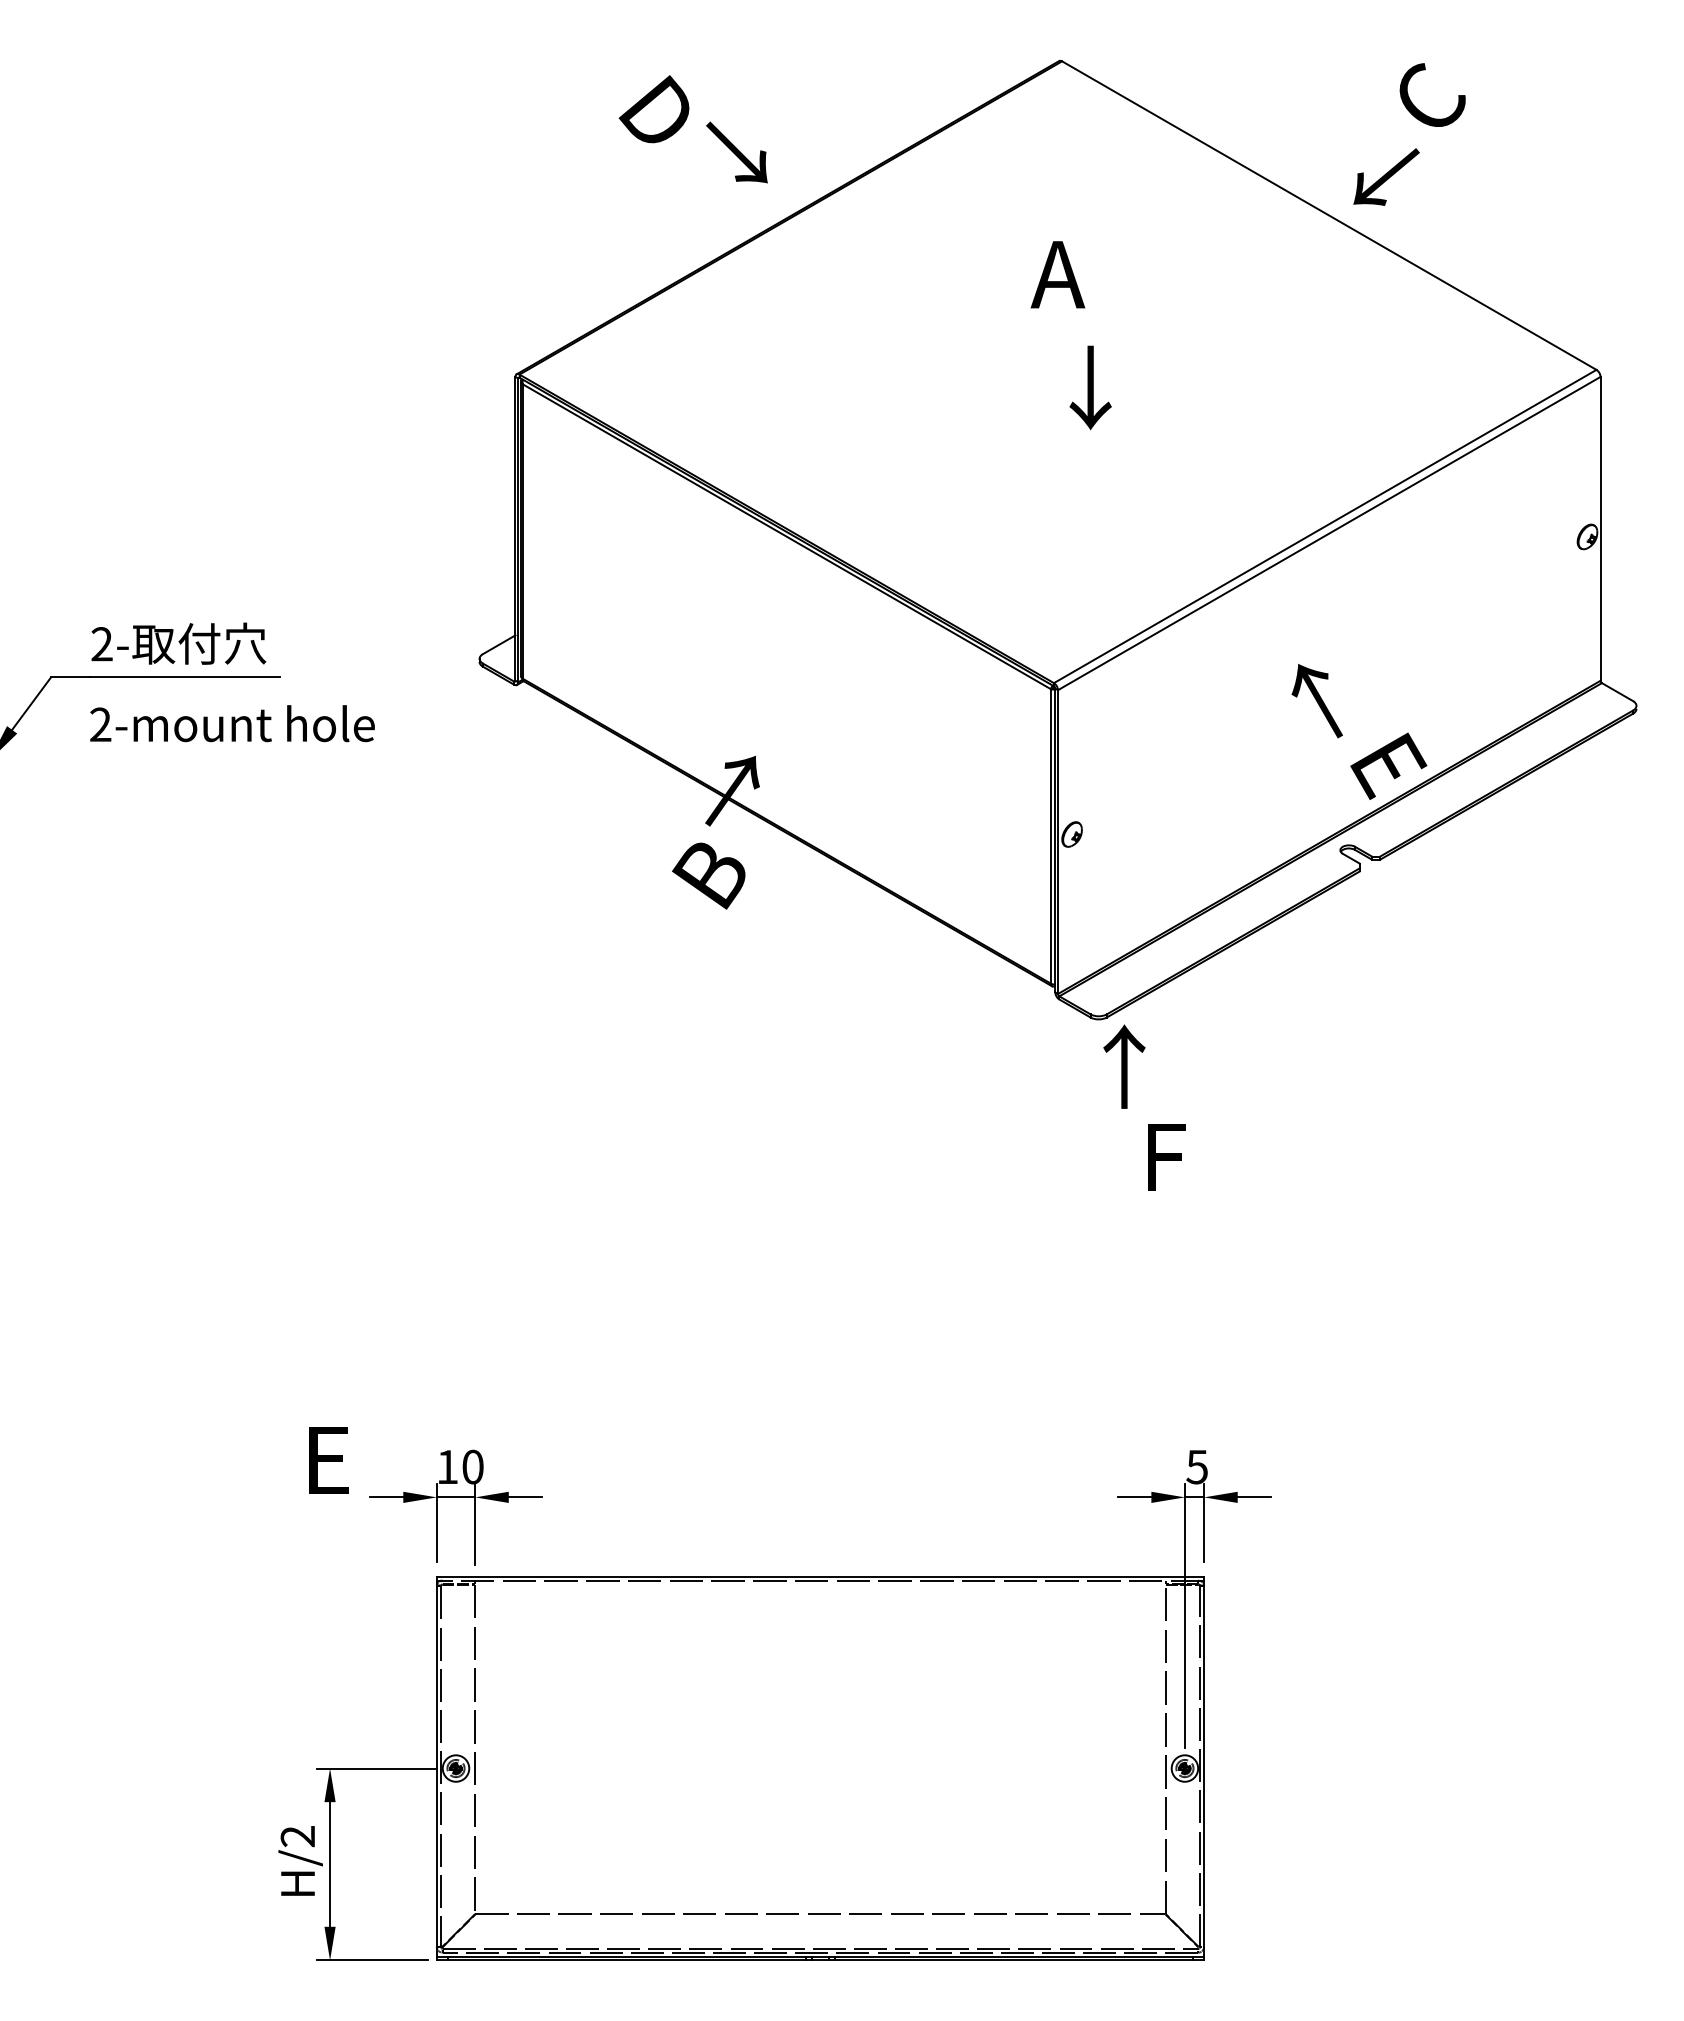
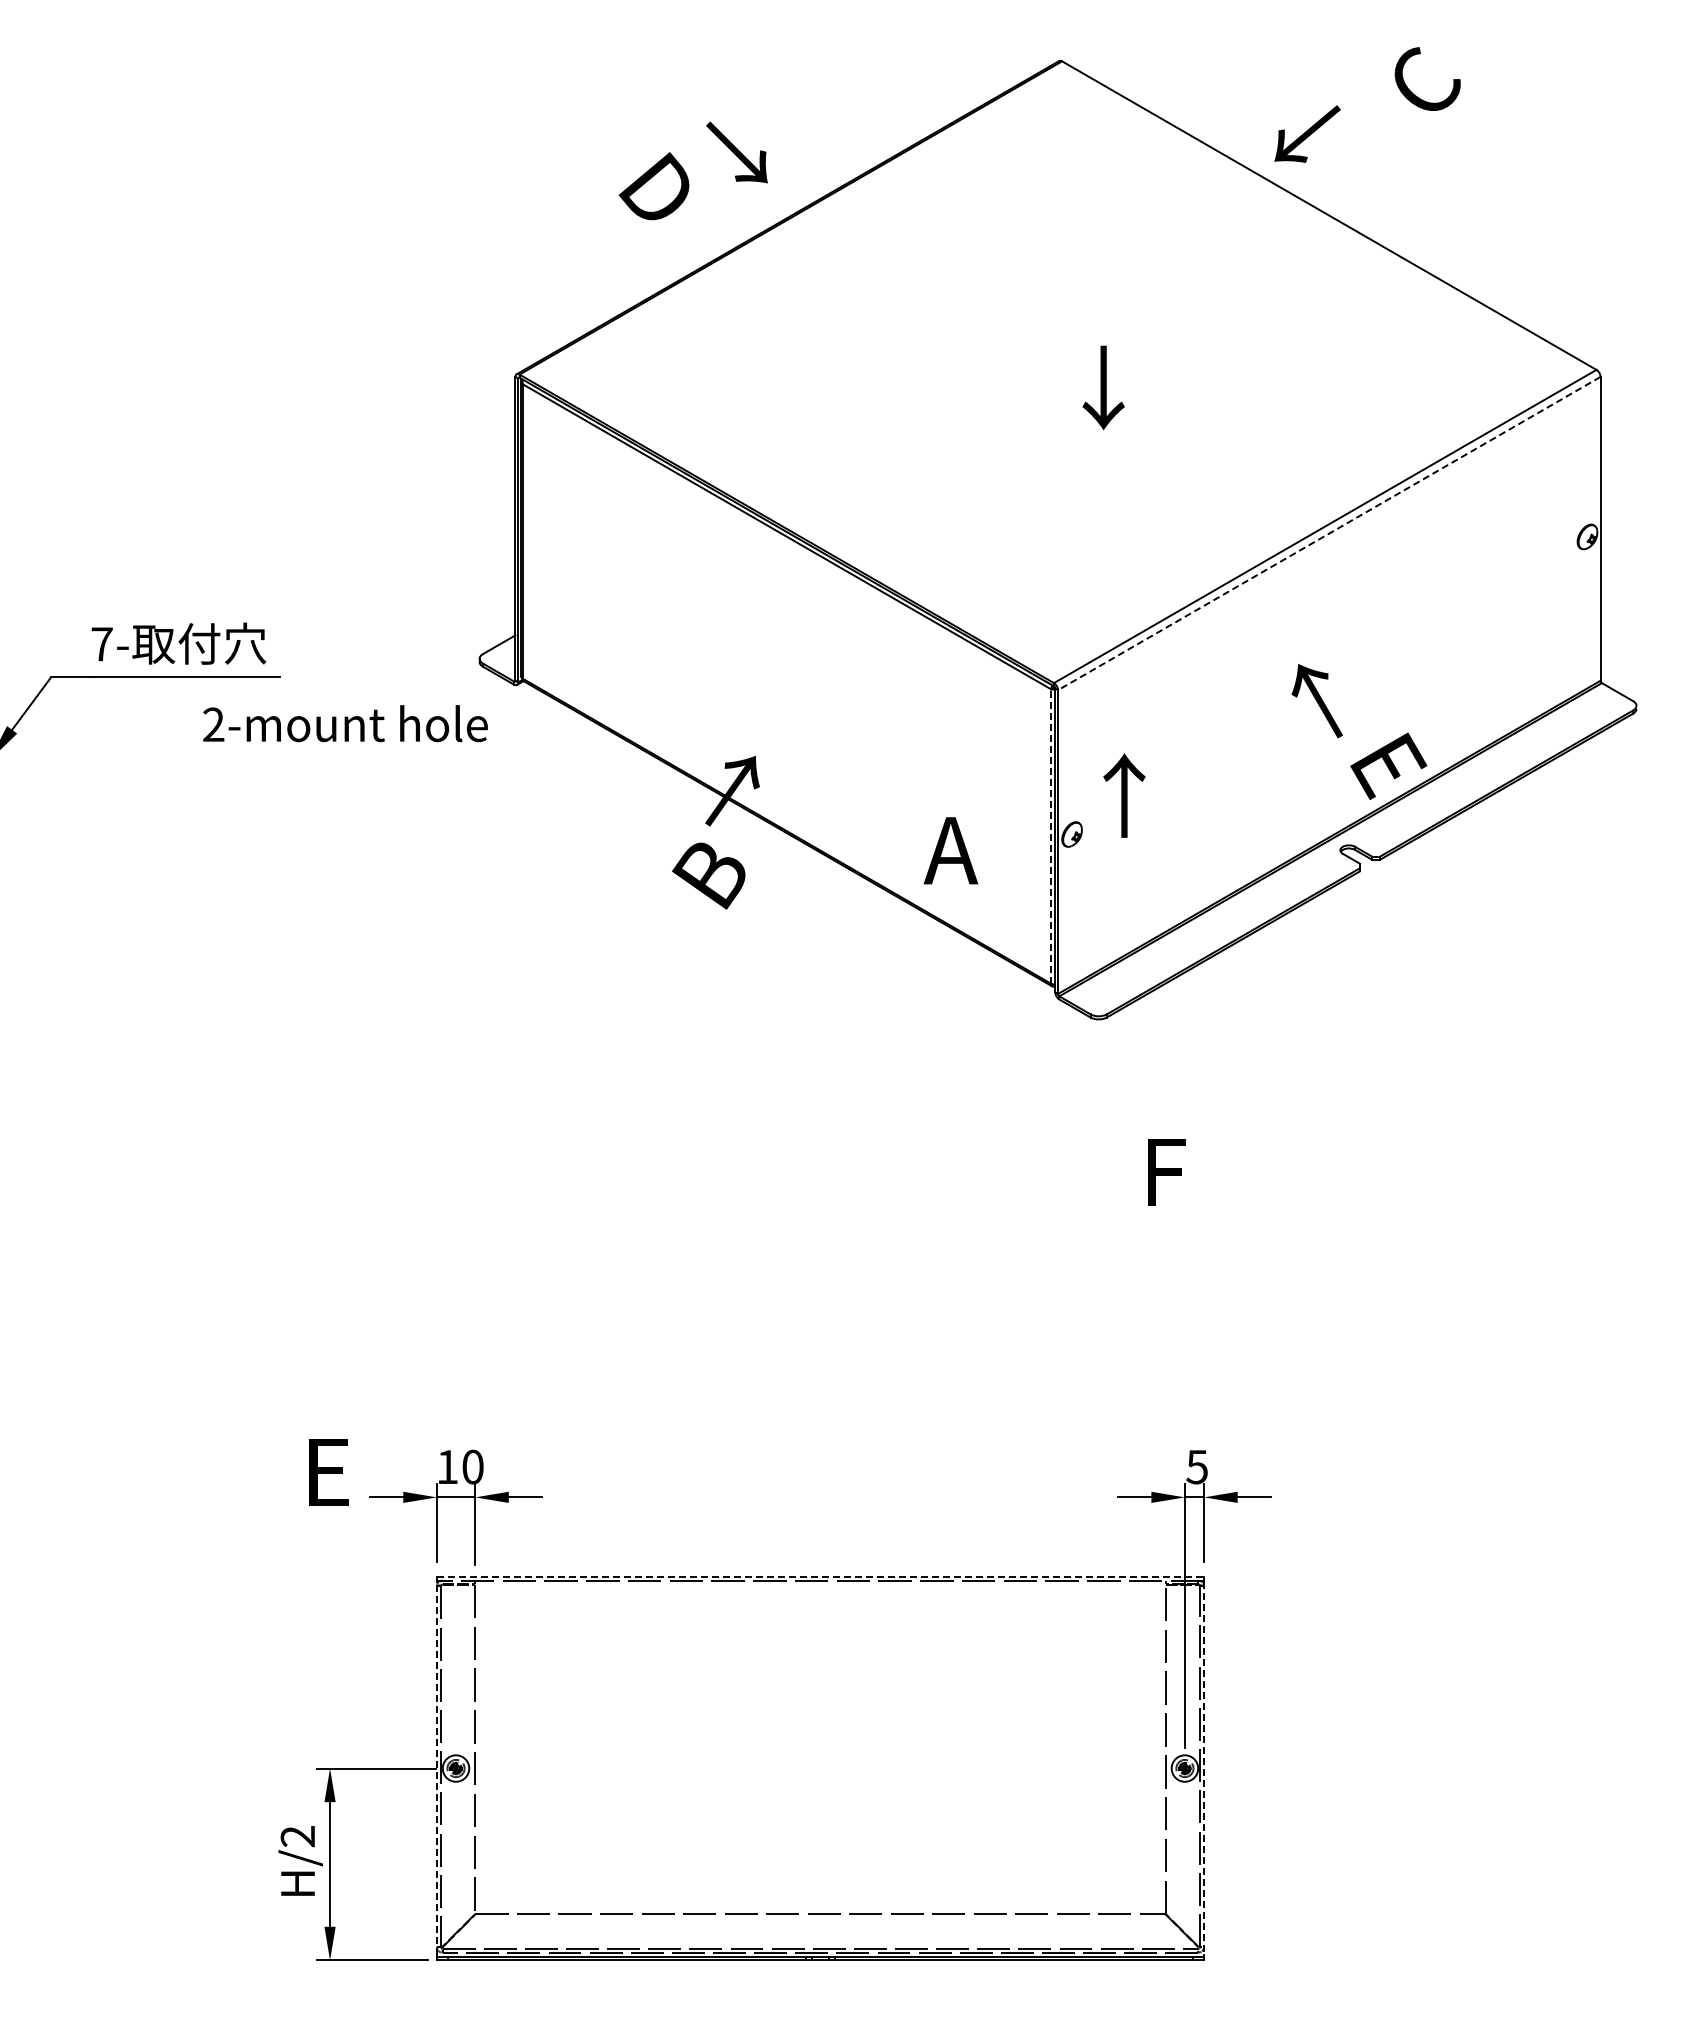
text at (1432, 94) position: (1432, 94) -> (1427, 78)
text at (653, 109) position: (653, 109) -> (653, 186)
text at (1386, 176) position: (1386, 176) -> (1307, 133)
text at (1057, 274) position: (1057, 274) -> (950, 850)
text at (1090, 387) position: (1090, 387) -> (1103, 387)
line at (1328, 533): solid -> dashed
text at (101, 644): 2- -> 7-
text at (232, 723) position: (232, 723) -> (345, 723)
line at (1050, 835): solid -> dashed
text at (1124, 1066) position: (1124, 1066) -> (1124, 795)
text at (1166, 1157) position: (1166, 1157) -> (1166, 1172)
text at (328, 1460) position: (328, 1460) -> (328, 1472)
line at (820, 1576): solid -> dashed
line at (436, 1768): solid -> dashed
line at (1204, 1769): solid -> dashed
